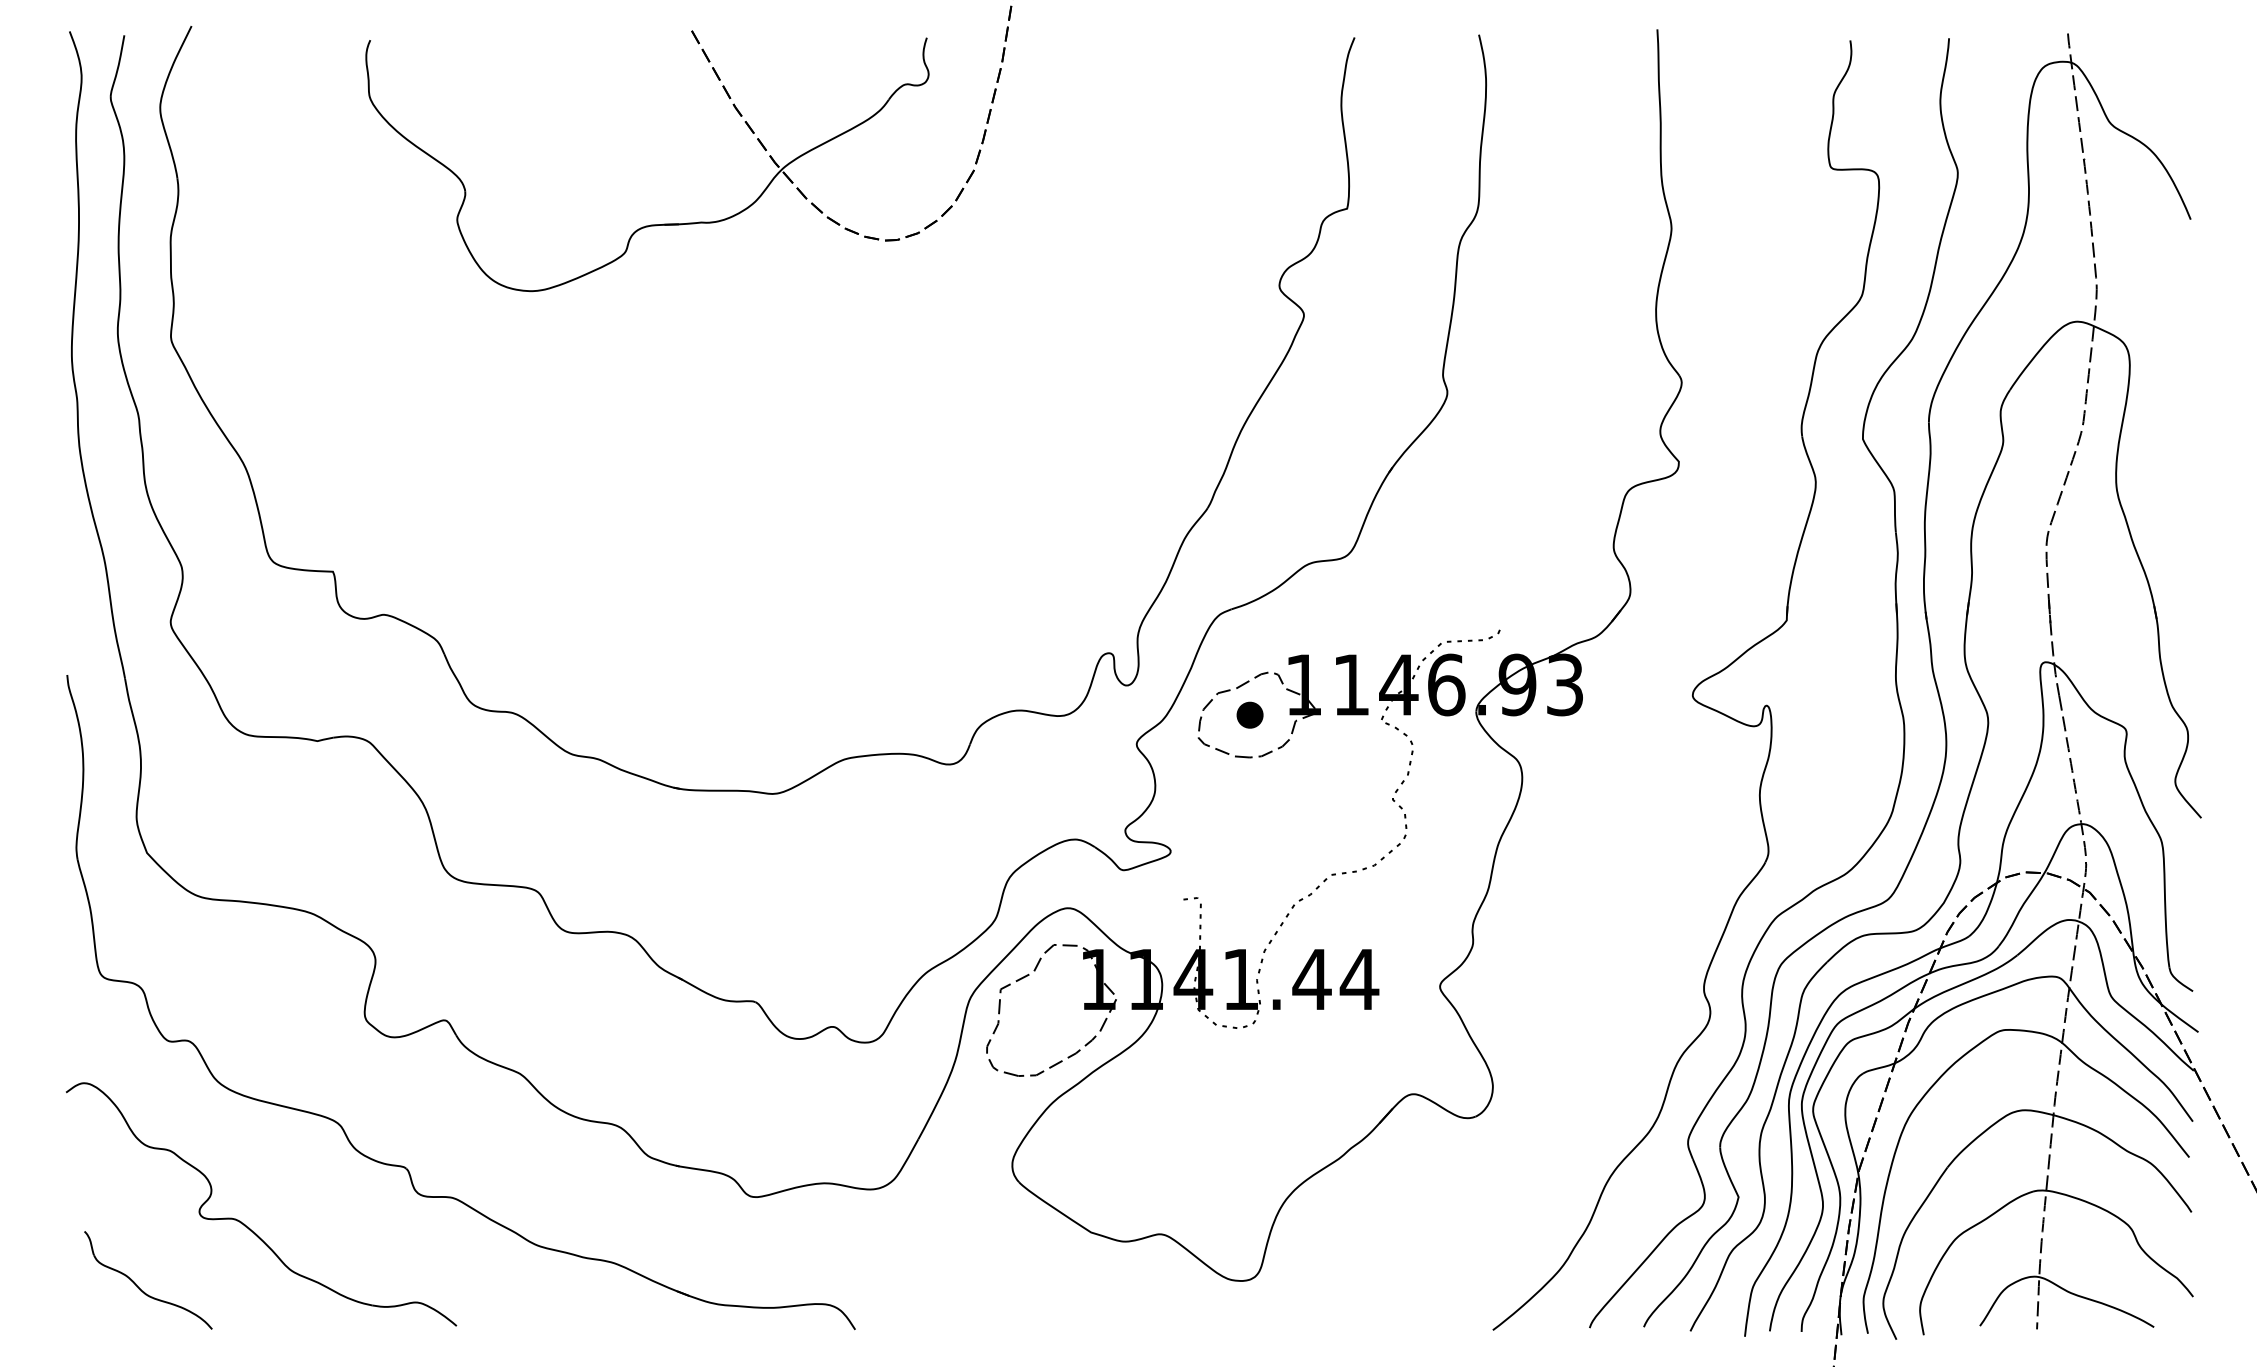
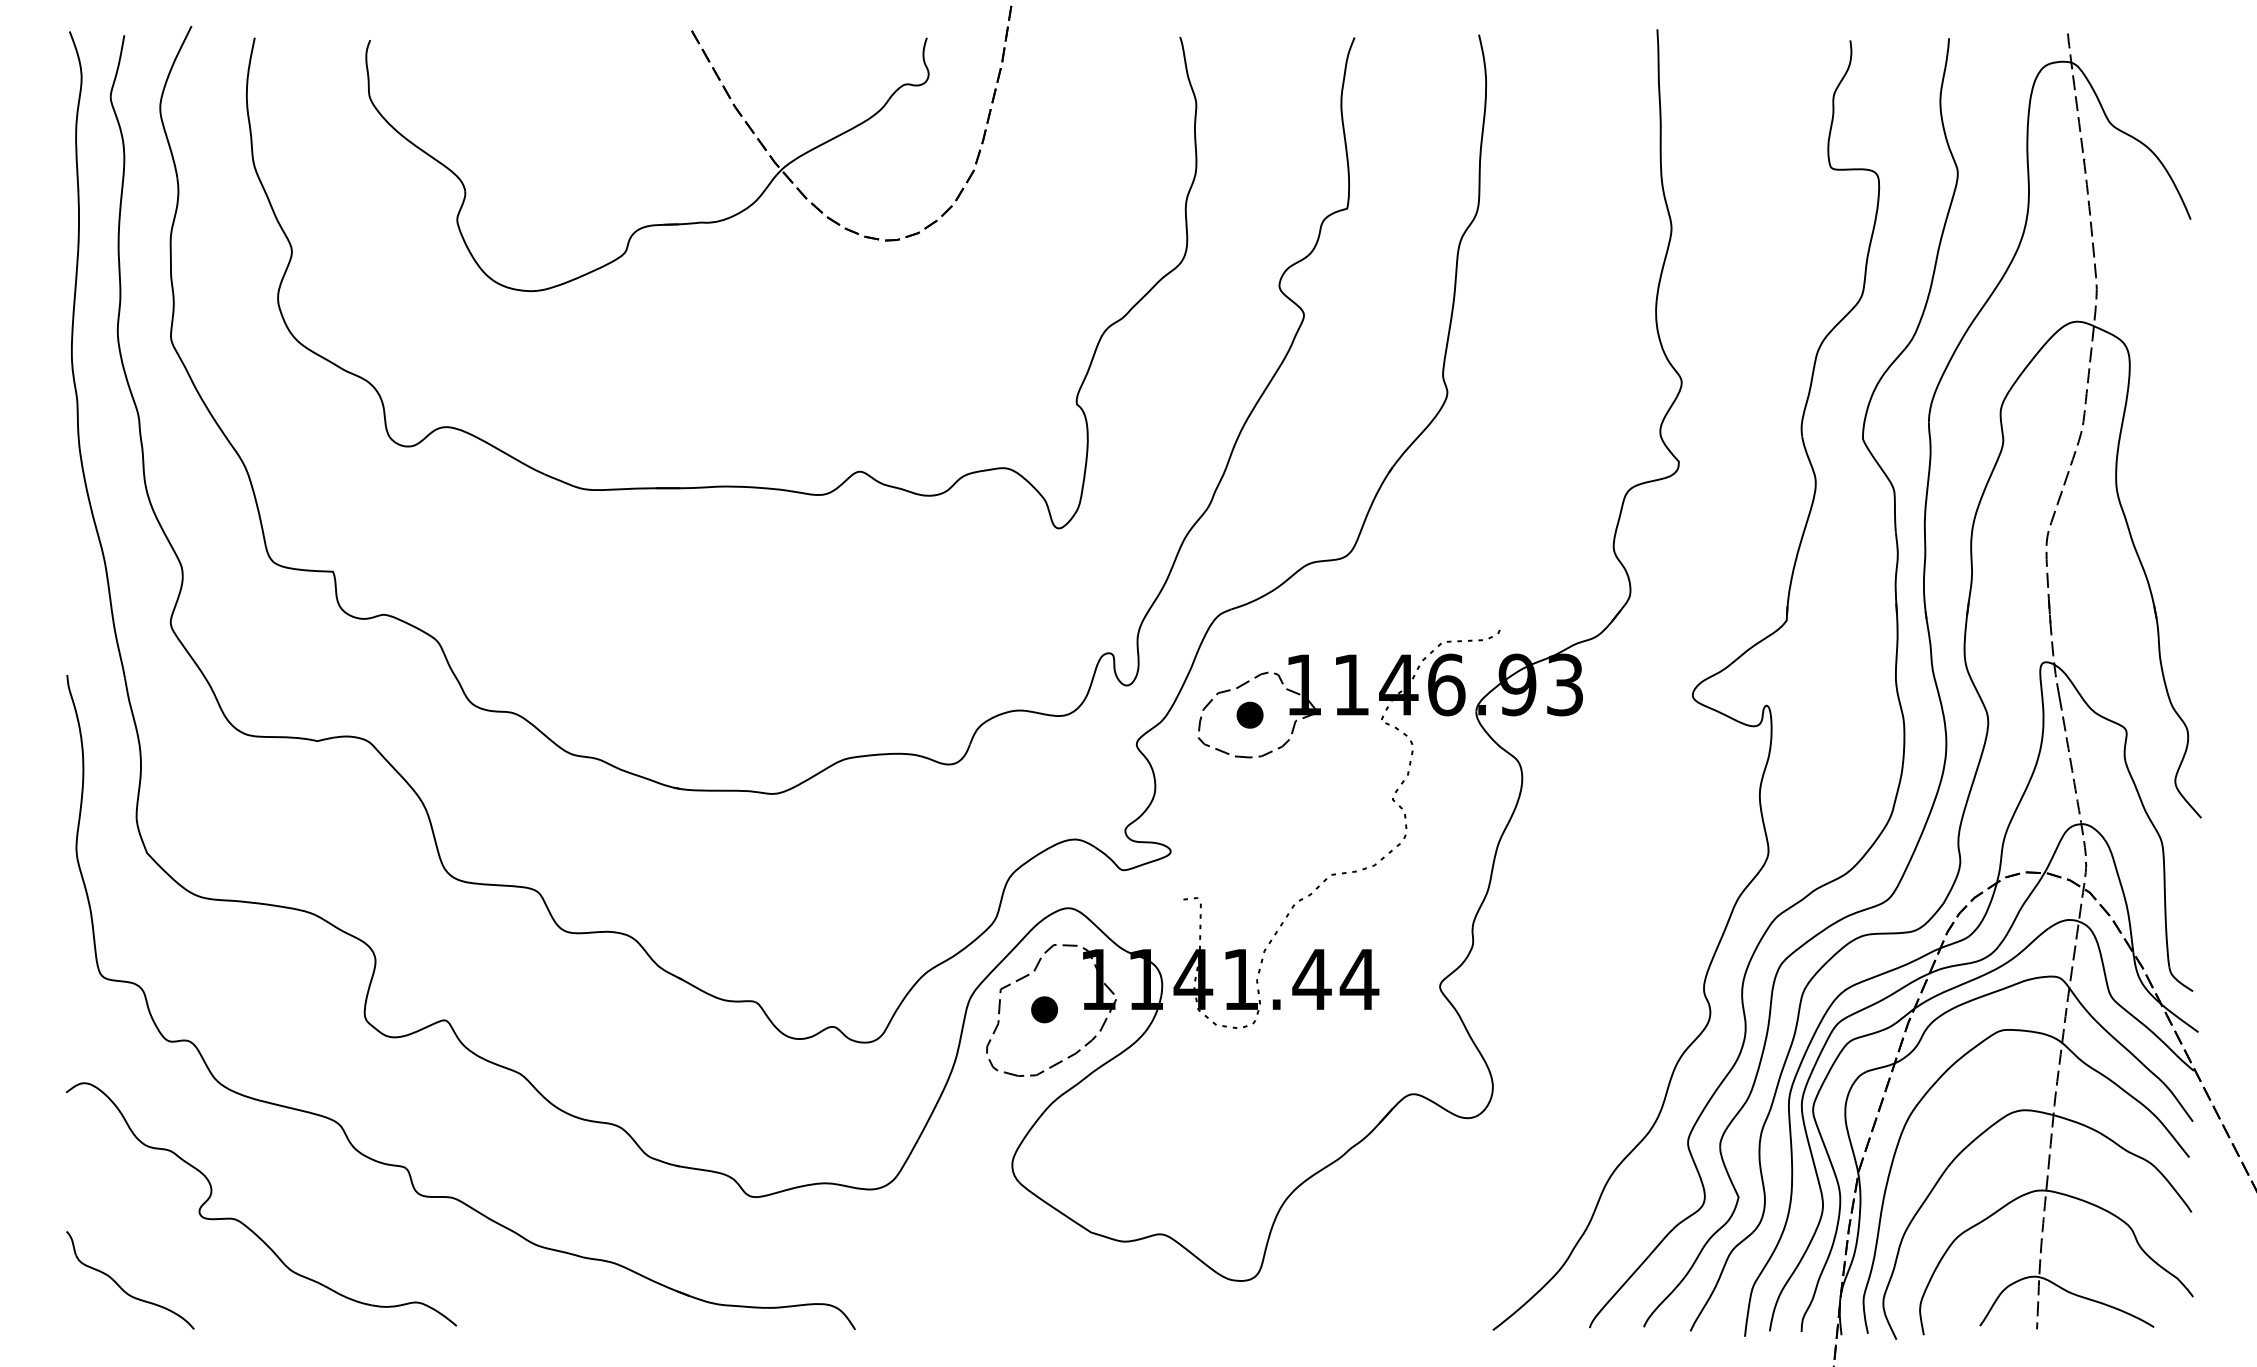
part at (721, 485): none -> present
part at (1044, 1009): none -> present
part at (140, 1288) position: (140, 1288) -> (122, 1288)
